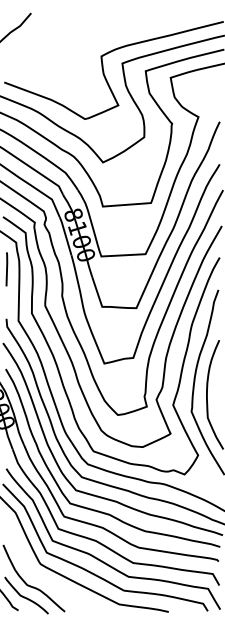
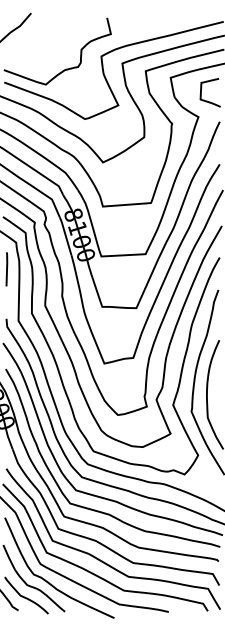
curve at (66, 68): none -> present
curve at (201, 92): none -> present
curve at (48, 581): none -> present
